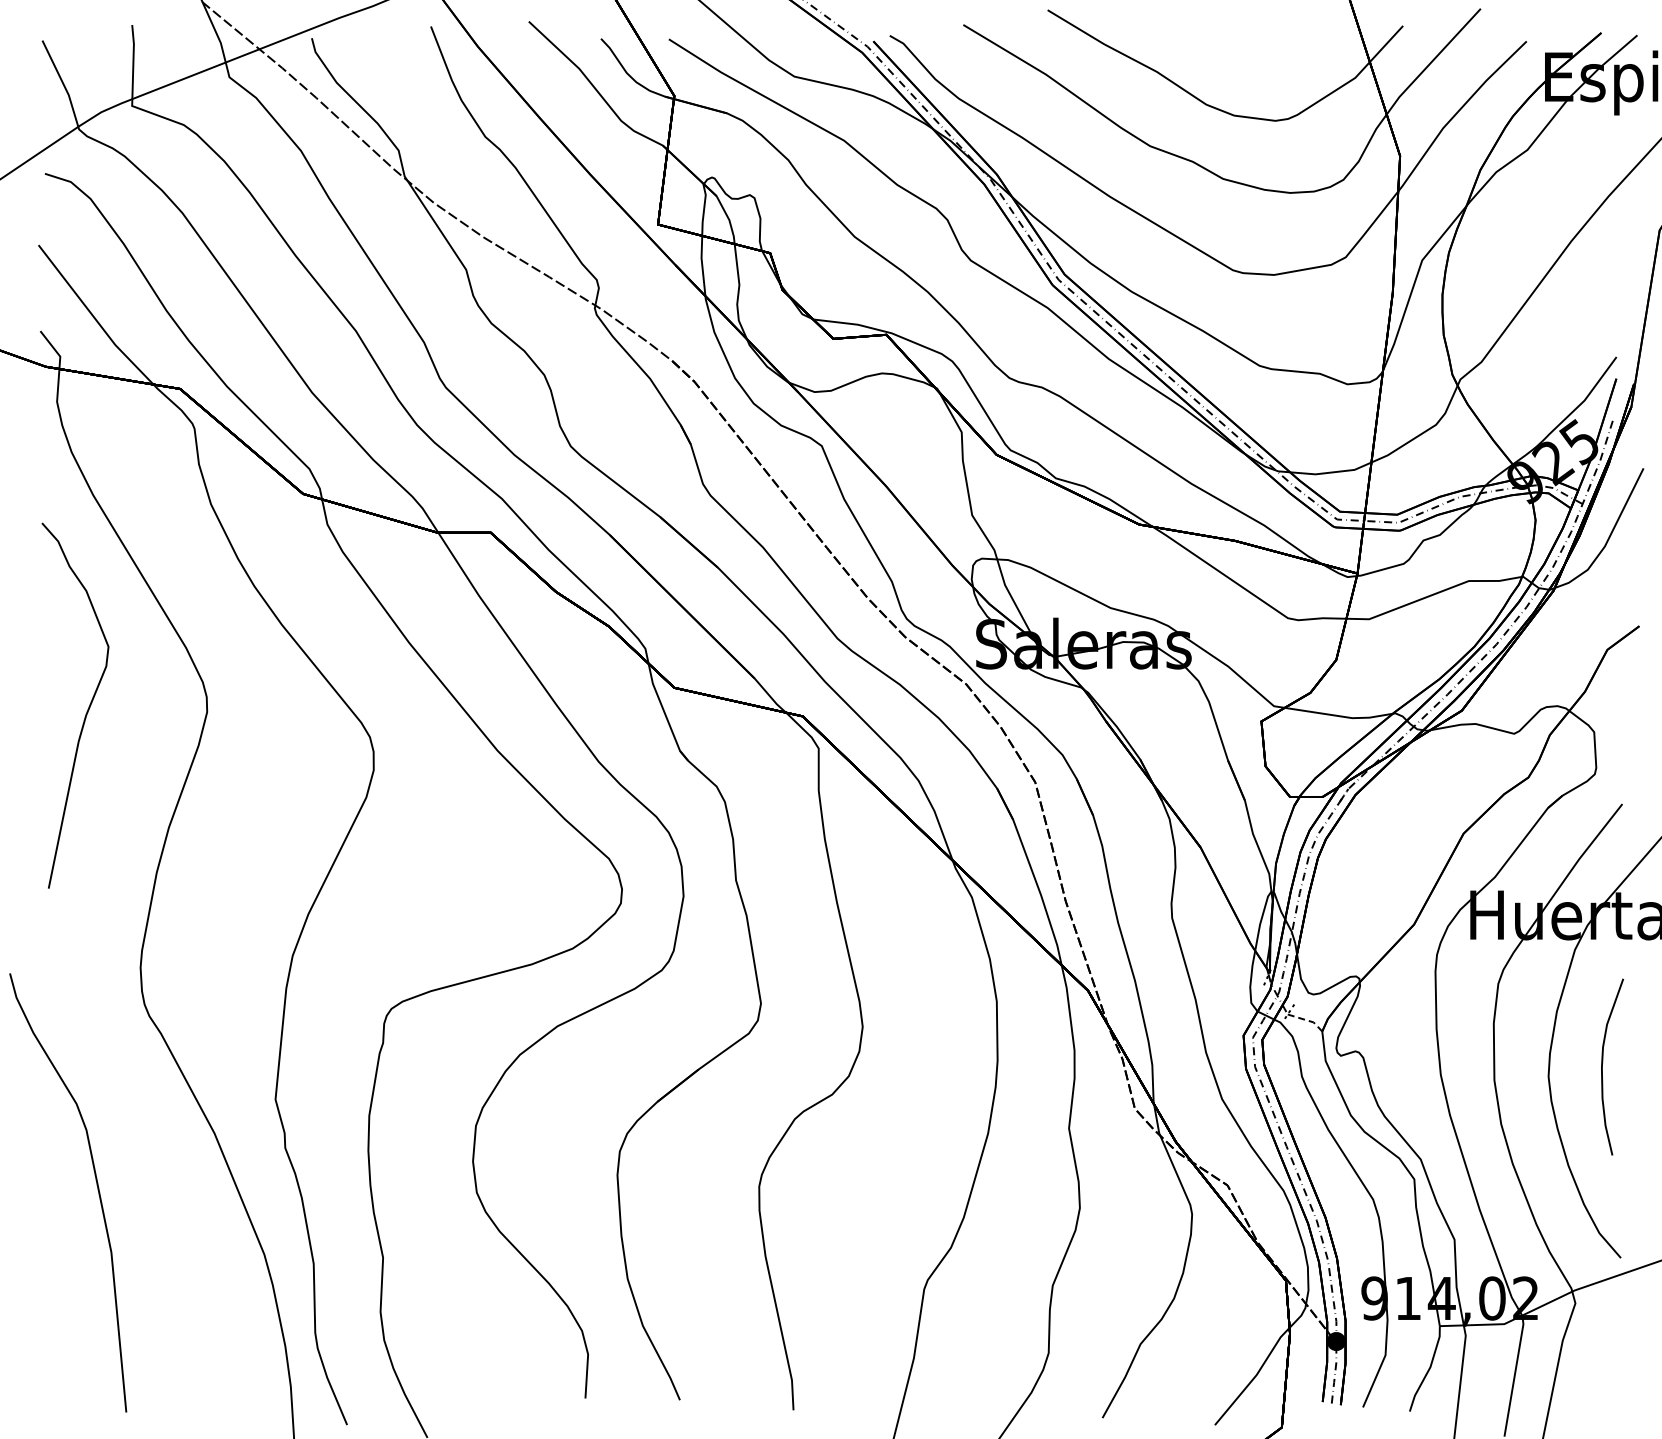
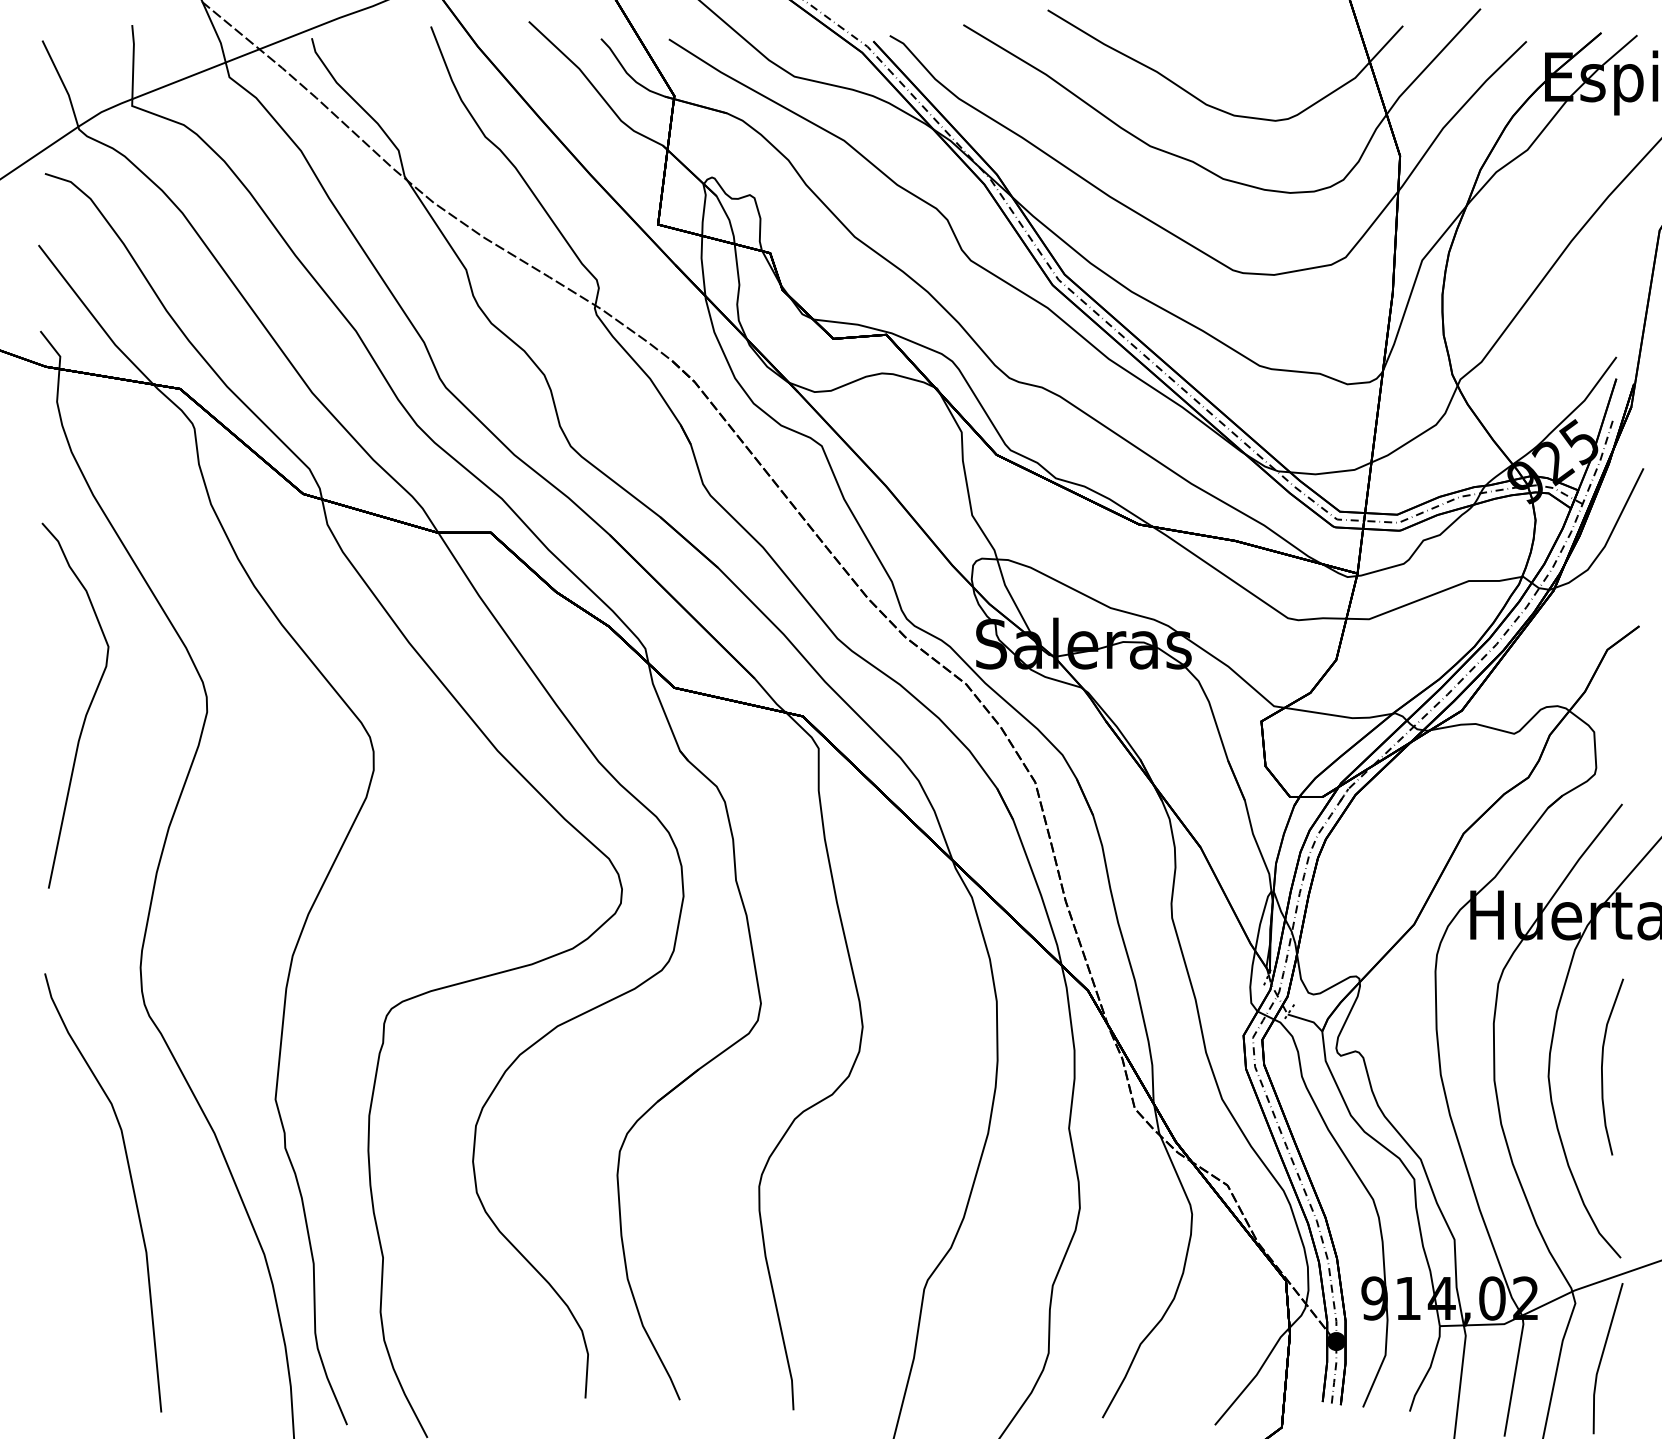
line at (1307, 1020): dashed -> solid
curve at (96, 1185) position: (96, 1185) -> (131, 1185)
line at (1603, 1355): none -> present
